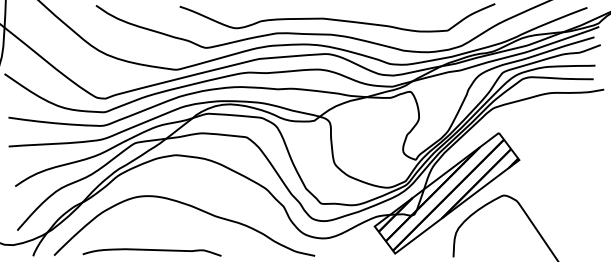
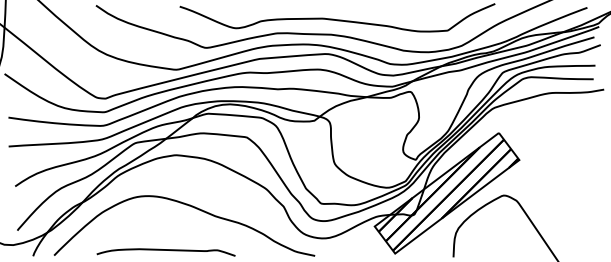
curve at (151, 250) position: (151, 250) -> (165, 250)
